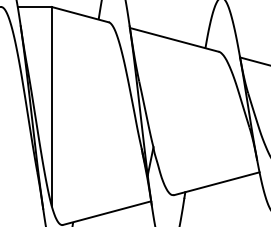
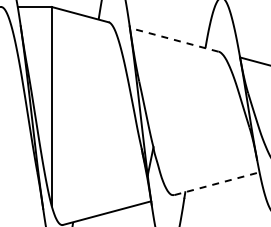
line at (174, 39): solid -> dashed
line at (217, 183): solid -> dashed
